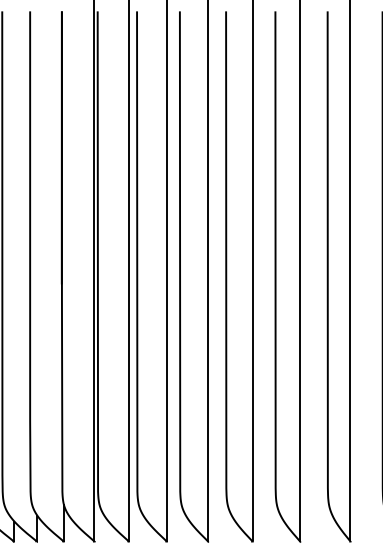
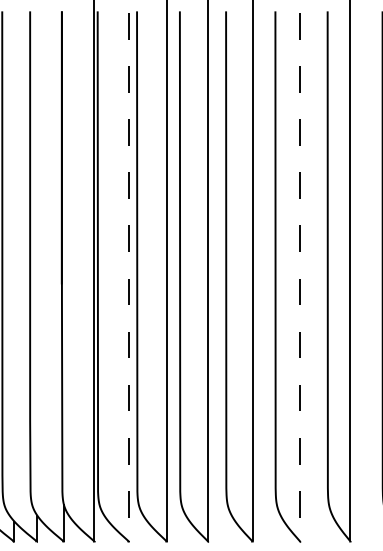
line at (128, 270): solid -> dashed
line at (300, 270): solid -> dashed
